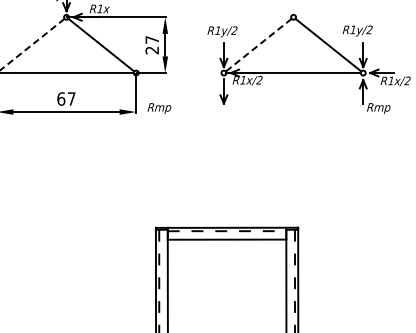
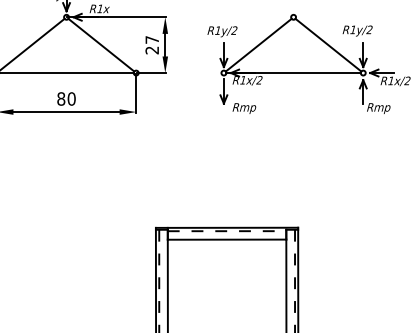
line at (32, 44): dashed -> solid
line at (258, 45): dashed -> solid
text at (66, 98): 67 -> 80
text at (159, 108) position: (159, 108) -> (244, 108)
